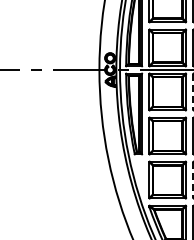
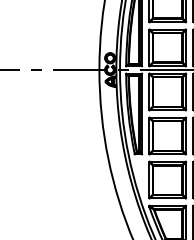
line at (193, 92): dashed -> solid
line at (193, 180): dashed -> solid
